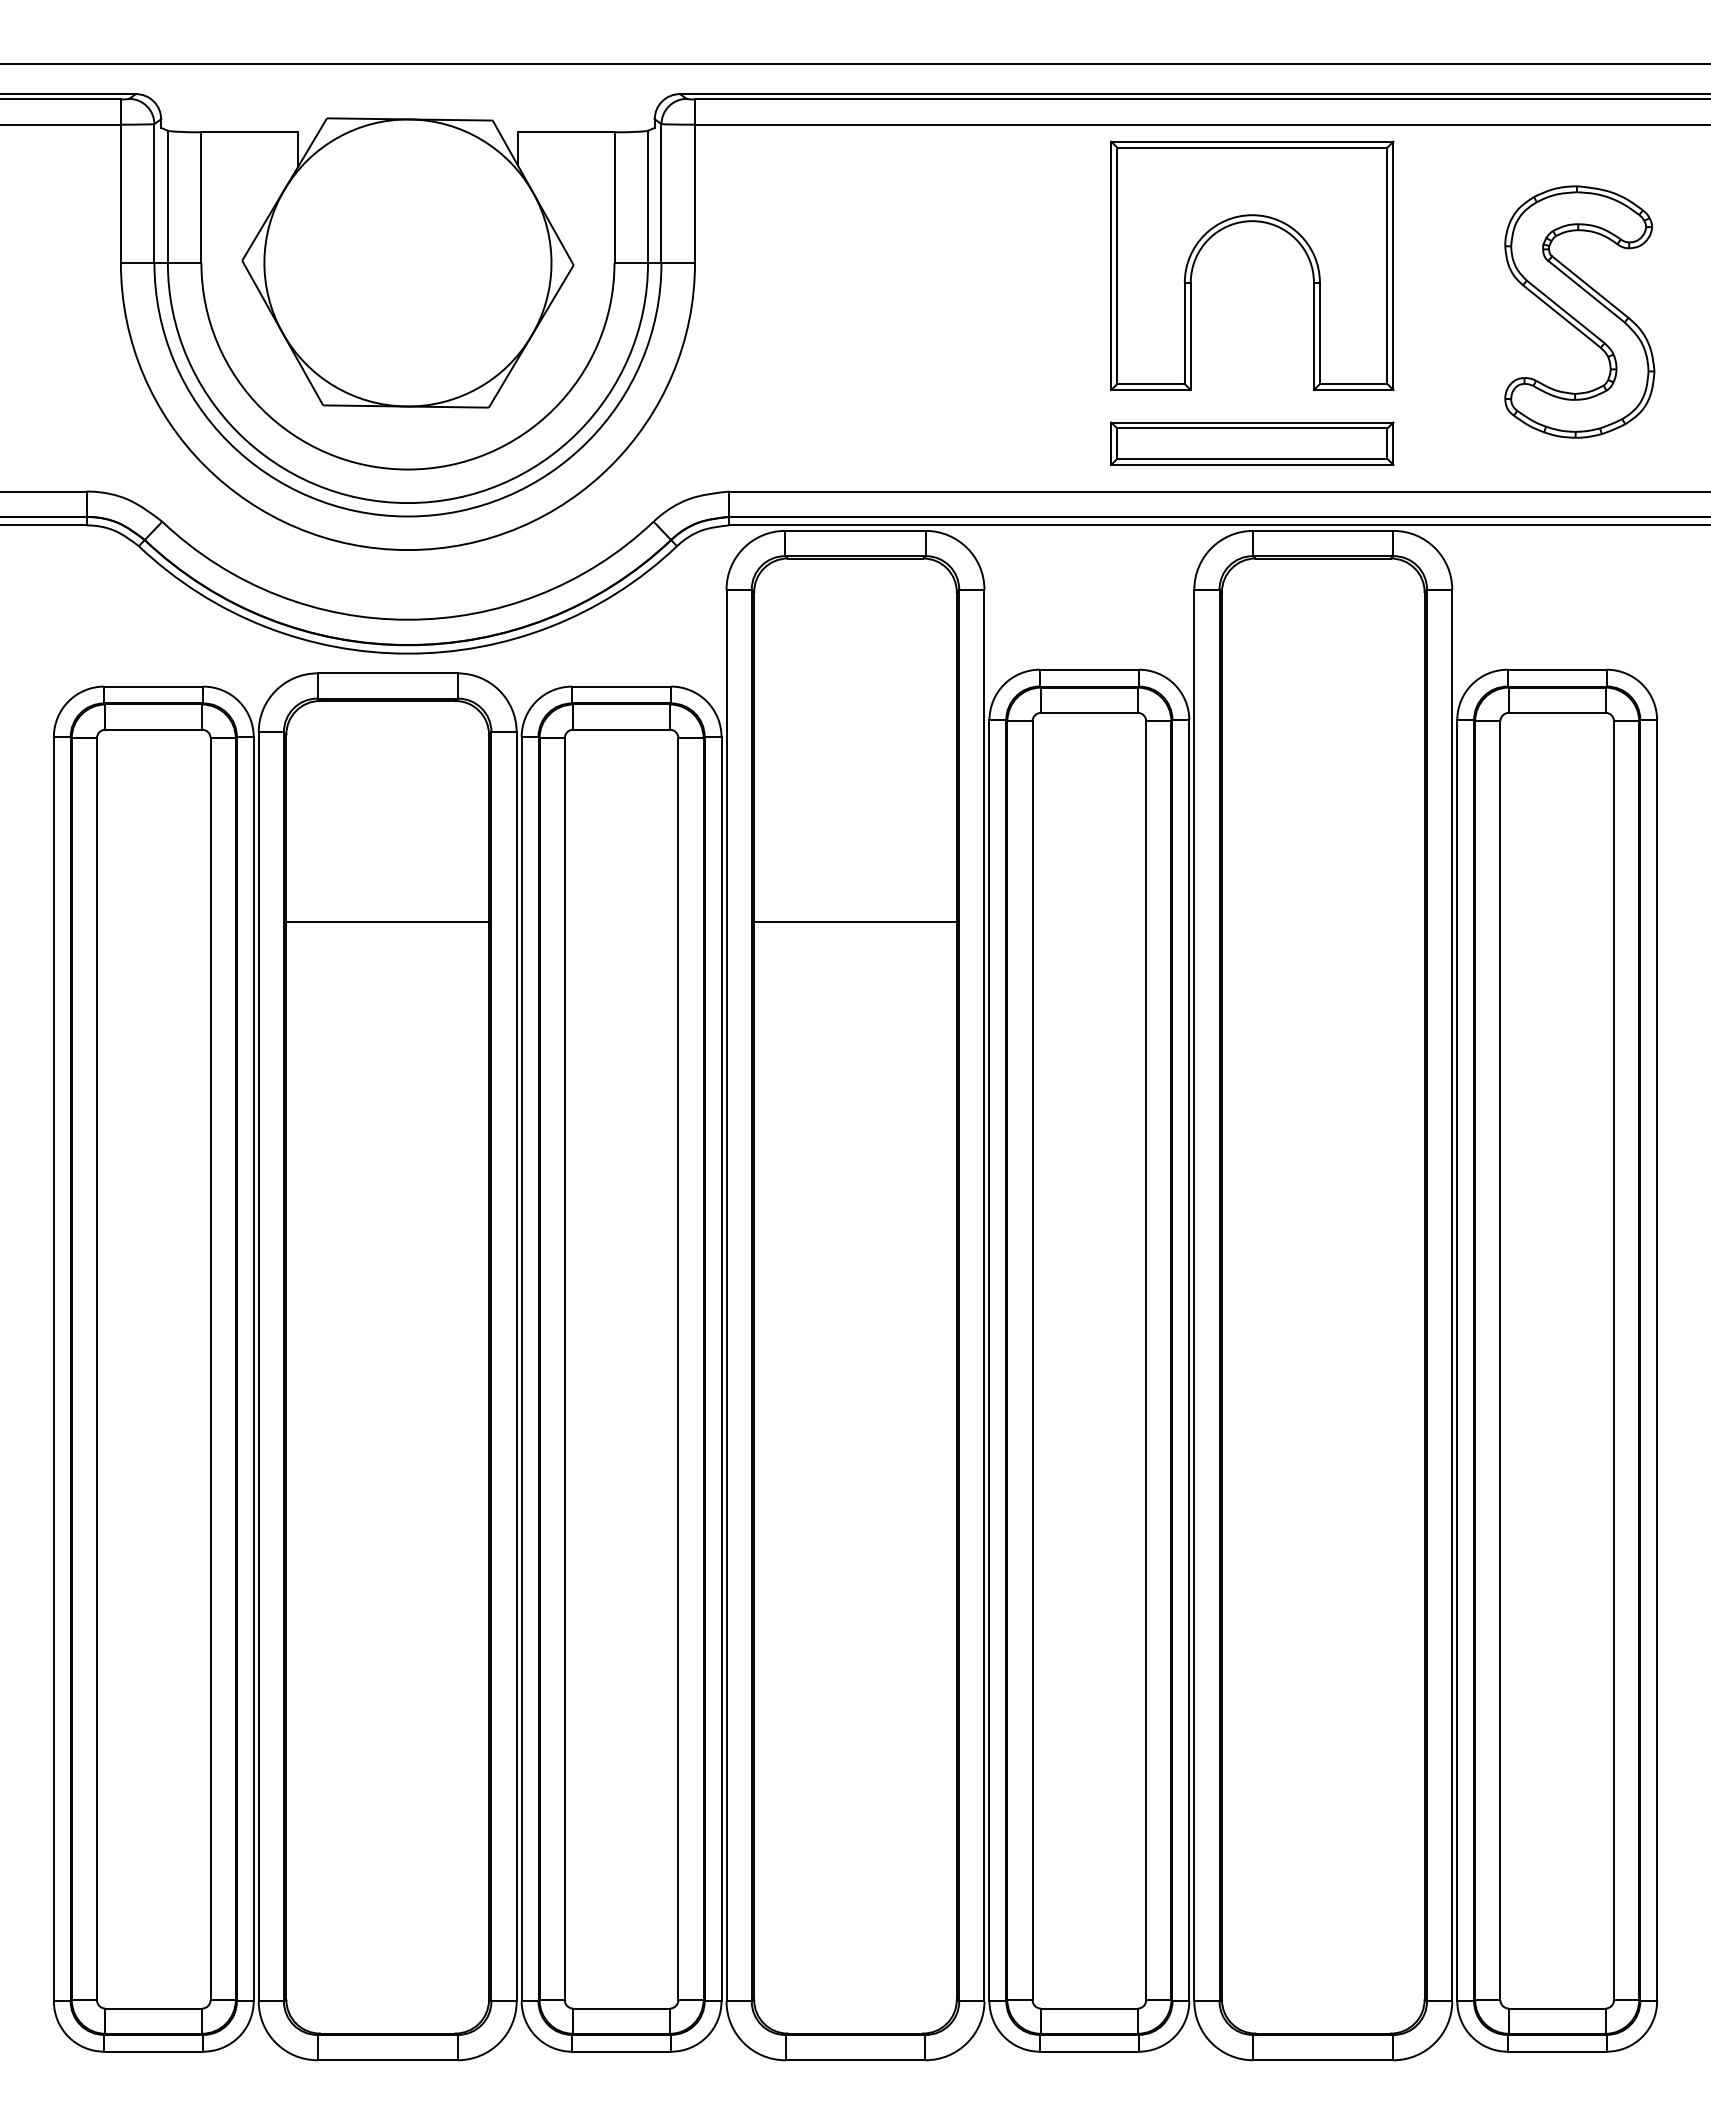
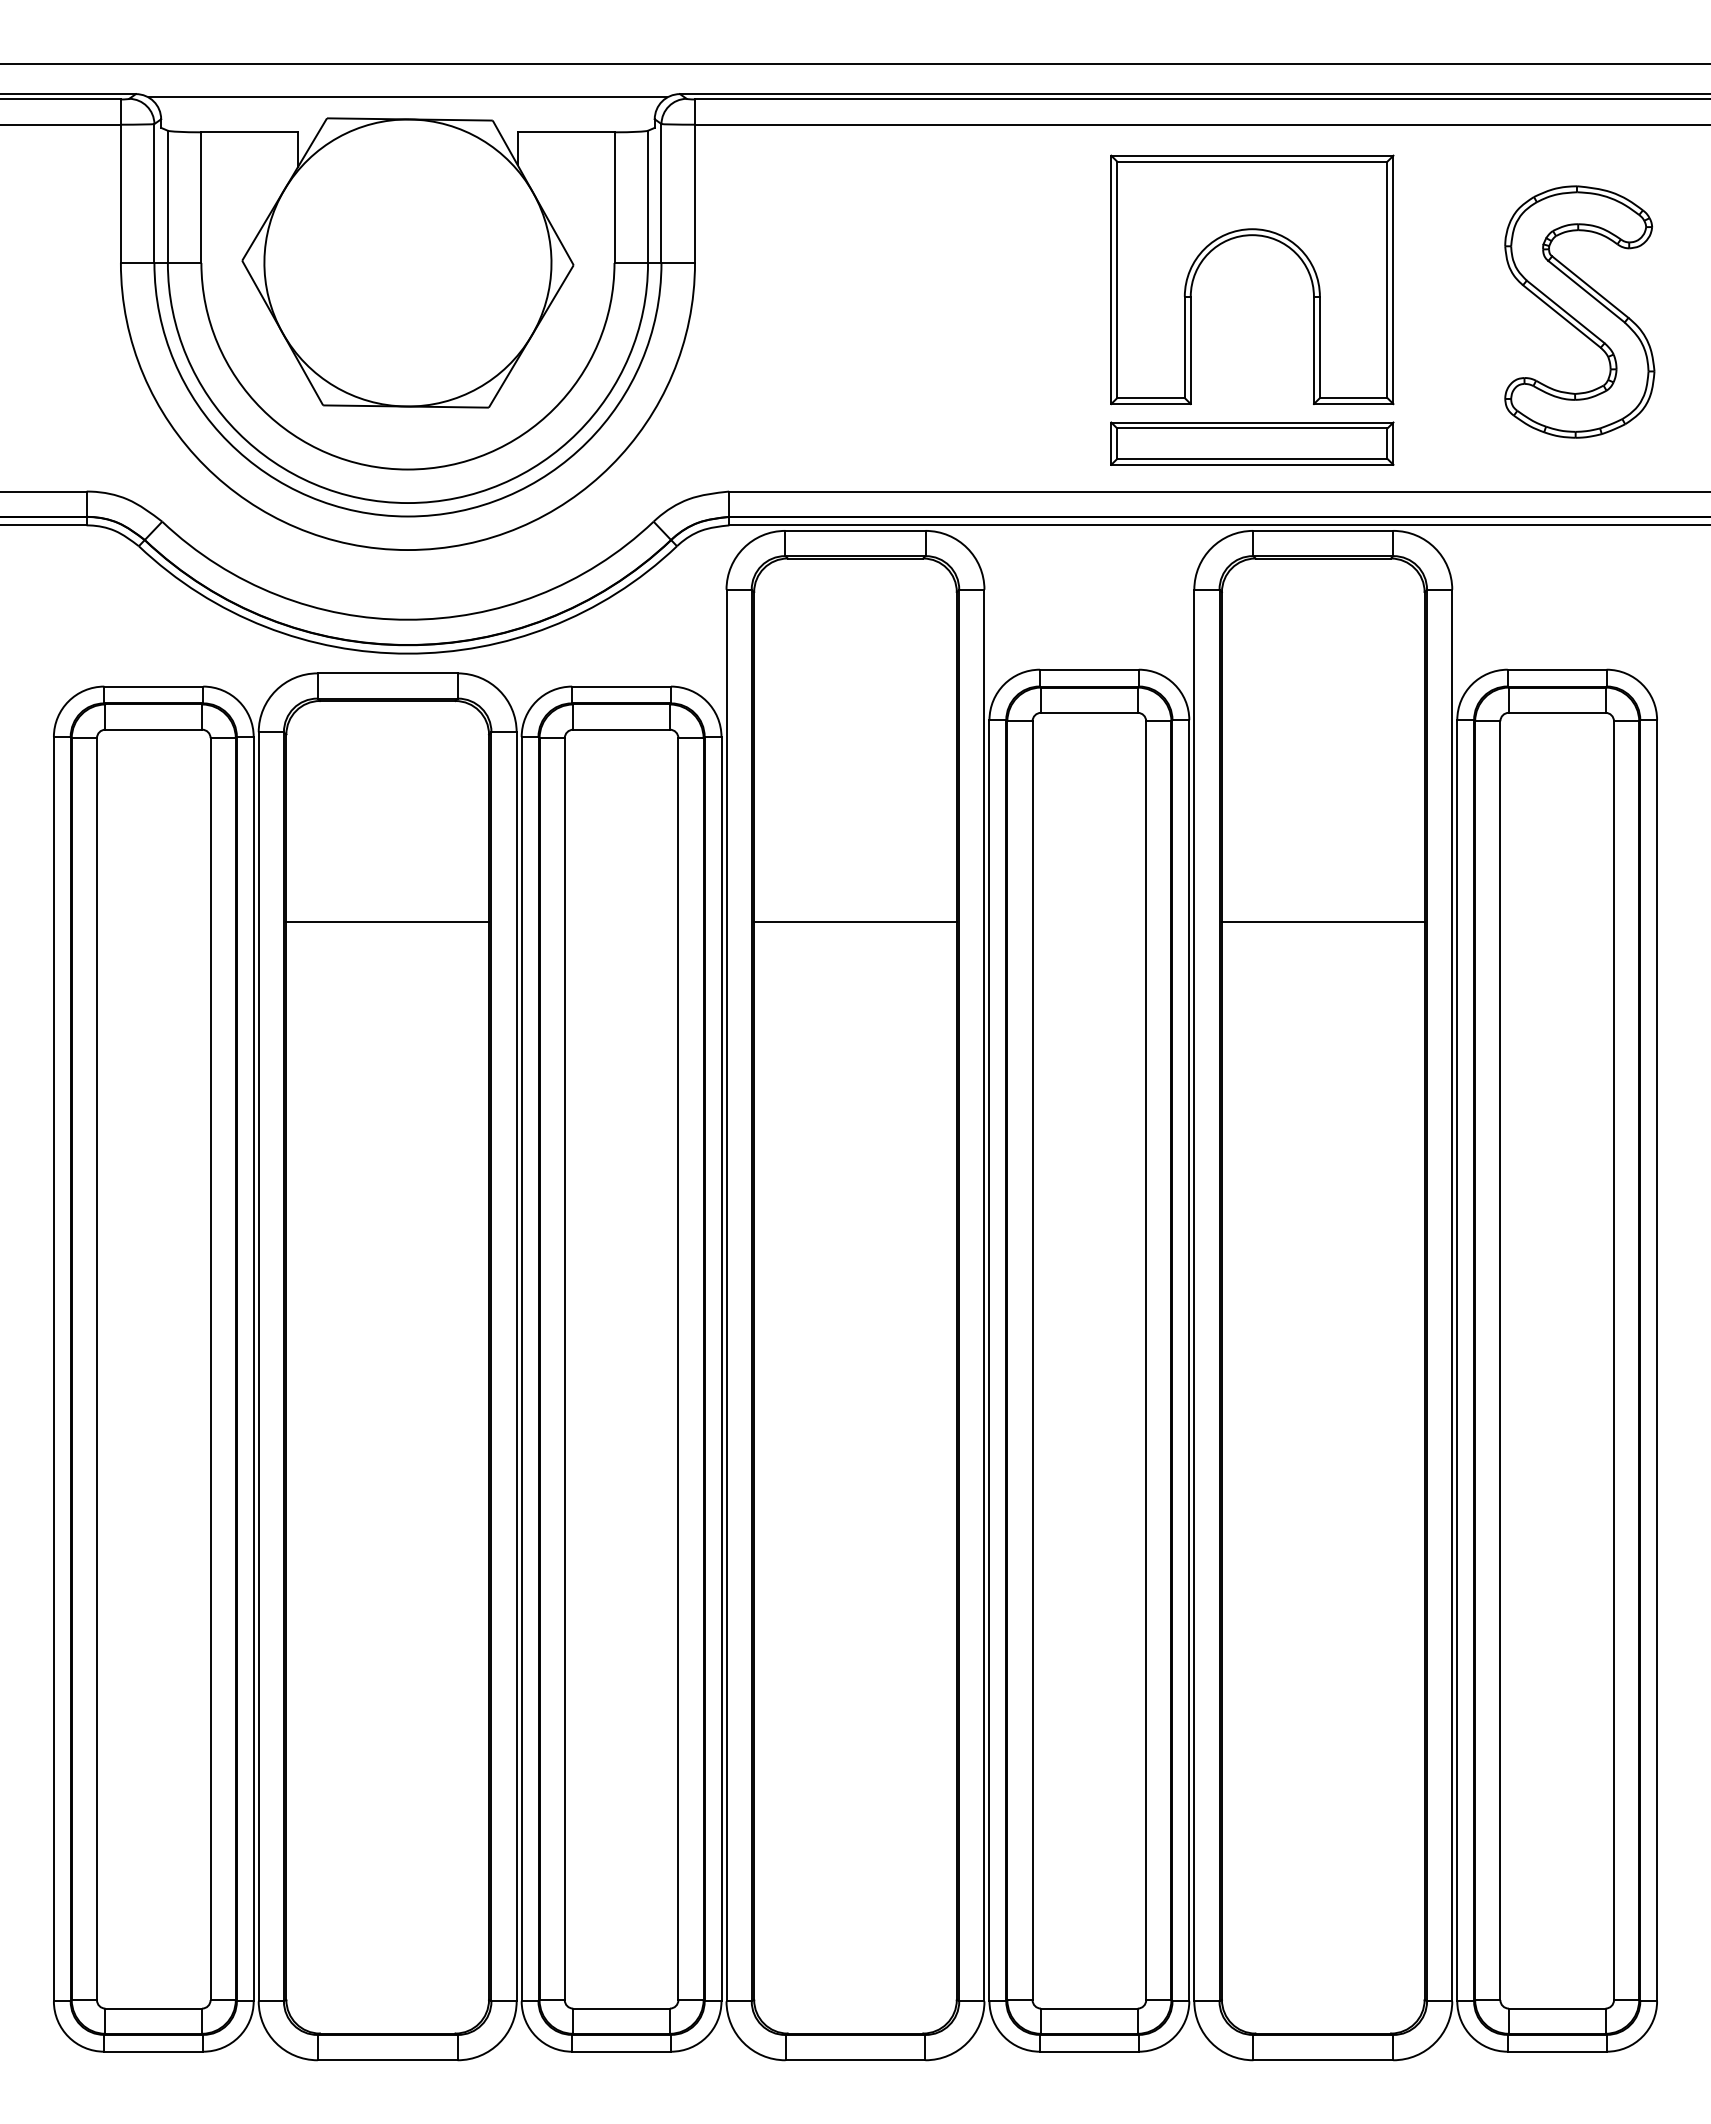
line at (407, 97): none -> present
part at (1252, 222) position: (1252, 222) -> (1252, 236)
line at (1322, 921): none -> present
